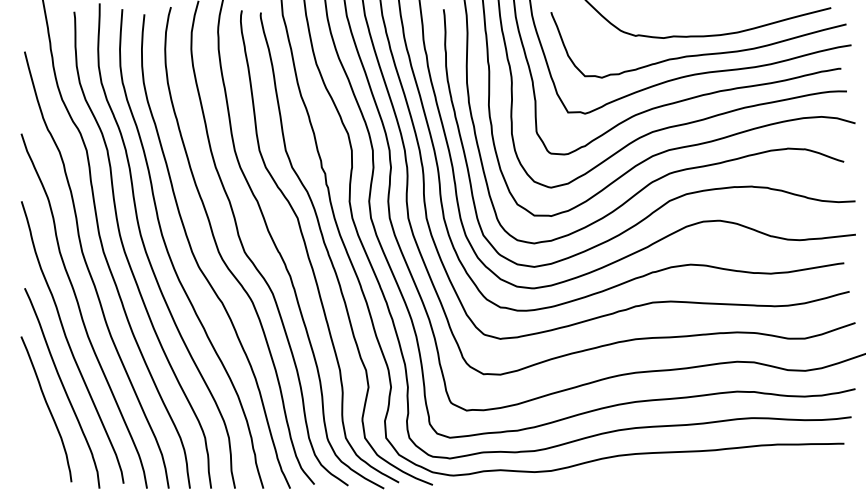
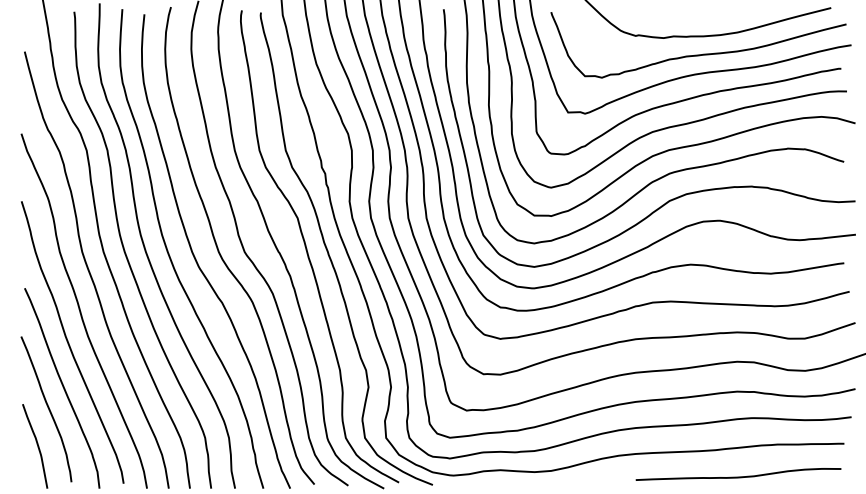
curve at (37, 446): none -> present
curve at (738, 476): none -> present
